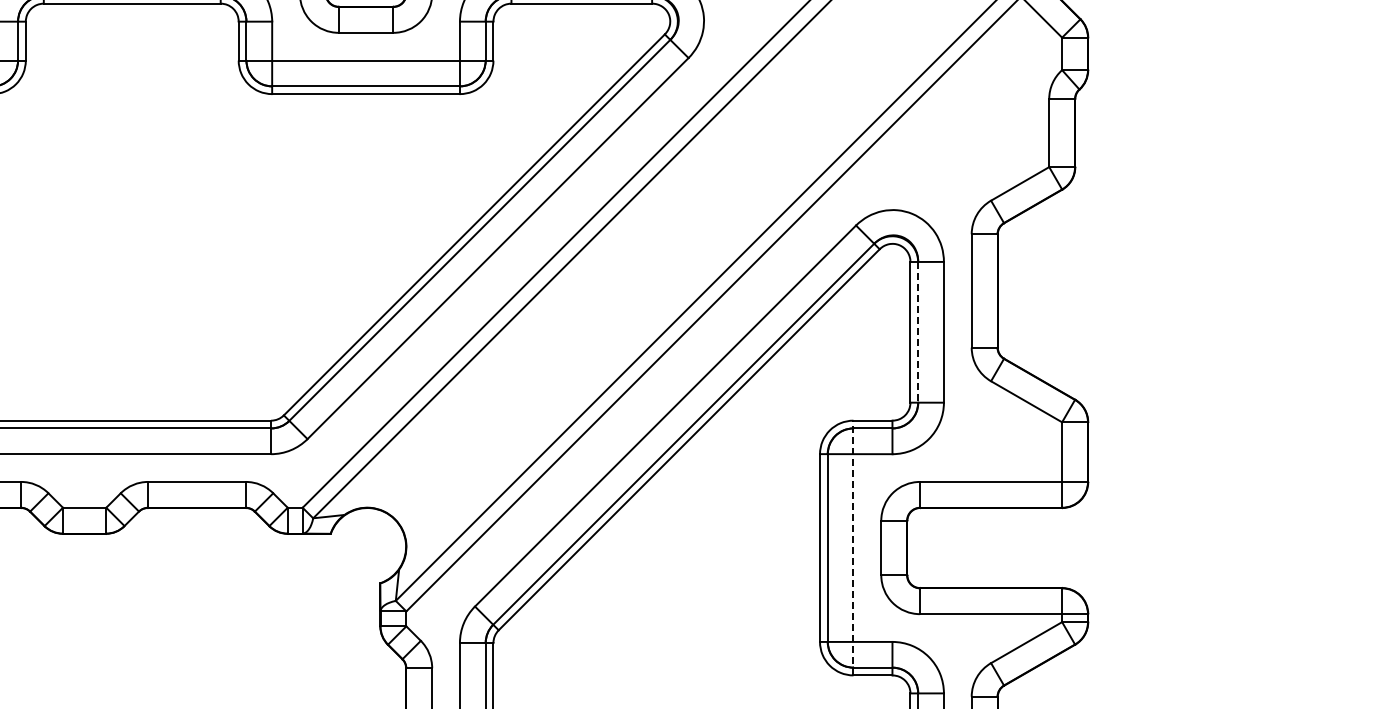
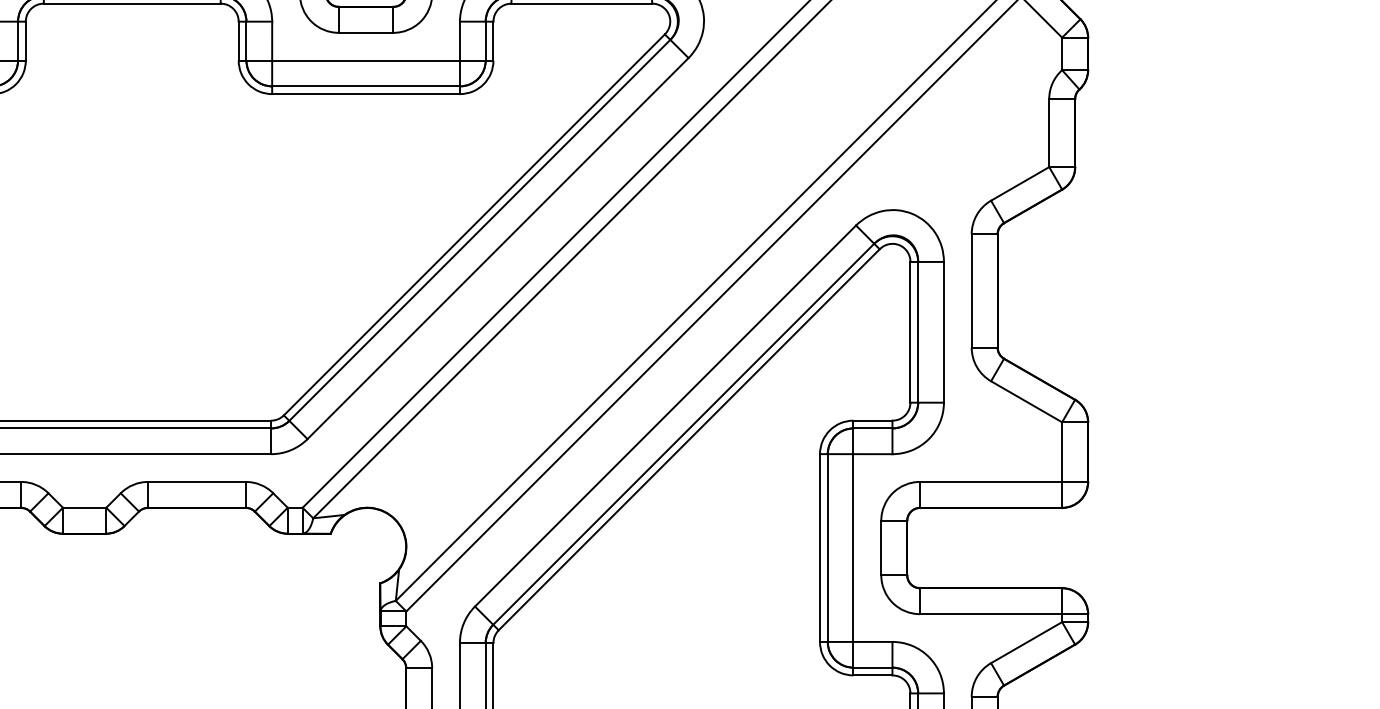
line at (918, 332): dashed -> solid
line at (853, 547): dashed -> solid
